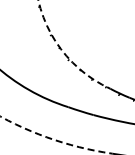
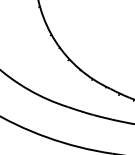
arc at (64, 53): dashed -> solid
arc at (54, 139): dashed -> solid
